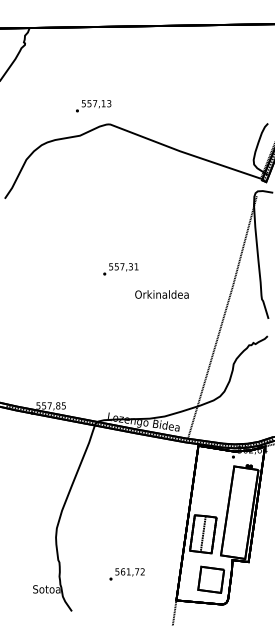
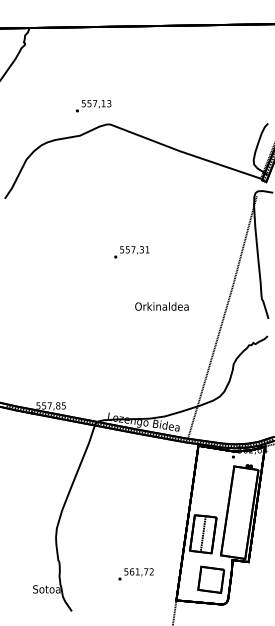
text at (120, 269) position: (120, 269) -> (131, 252)
text at (161, 294) position: (161, 294) -> (161, 306)
text at (126, 574) position: (126, 574) -> (135, 574)
